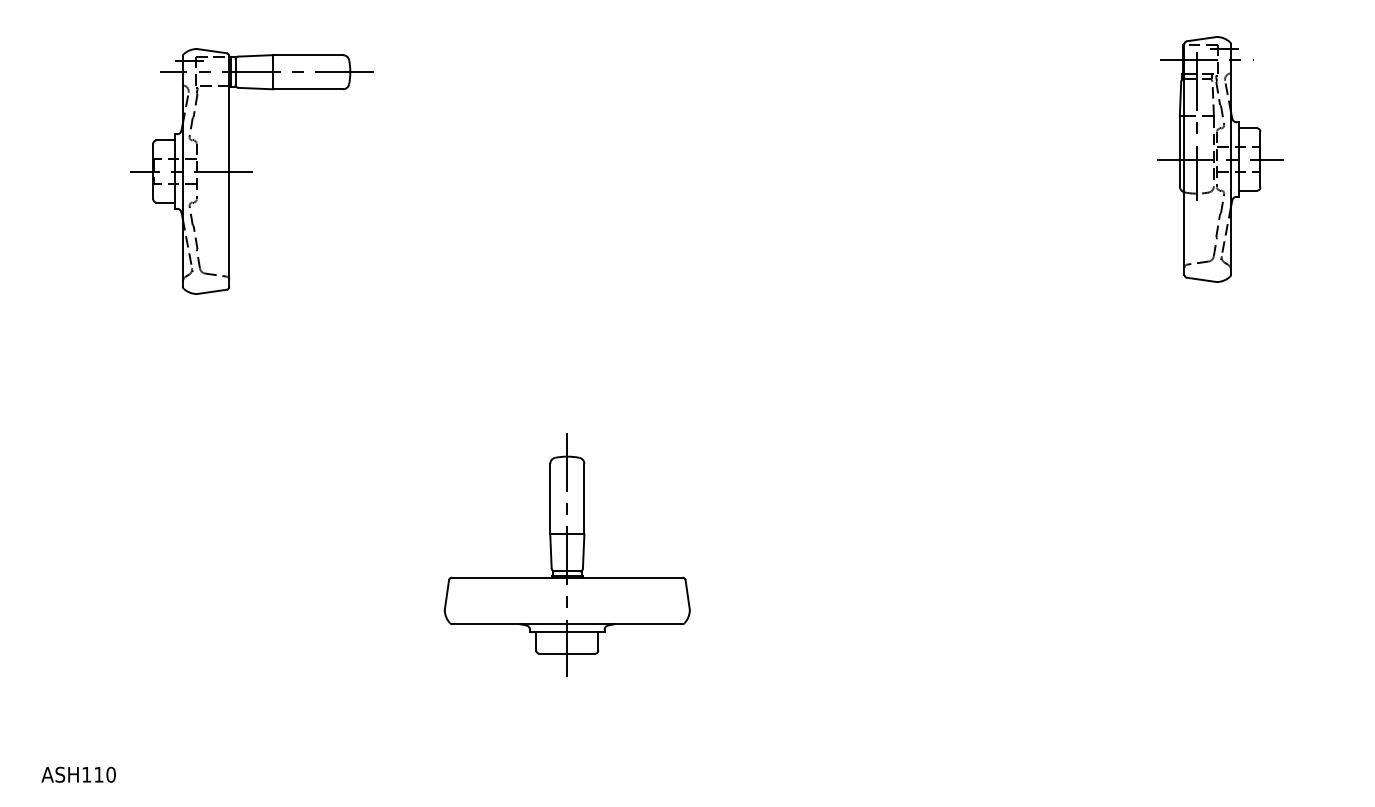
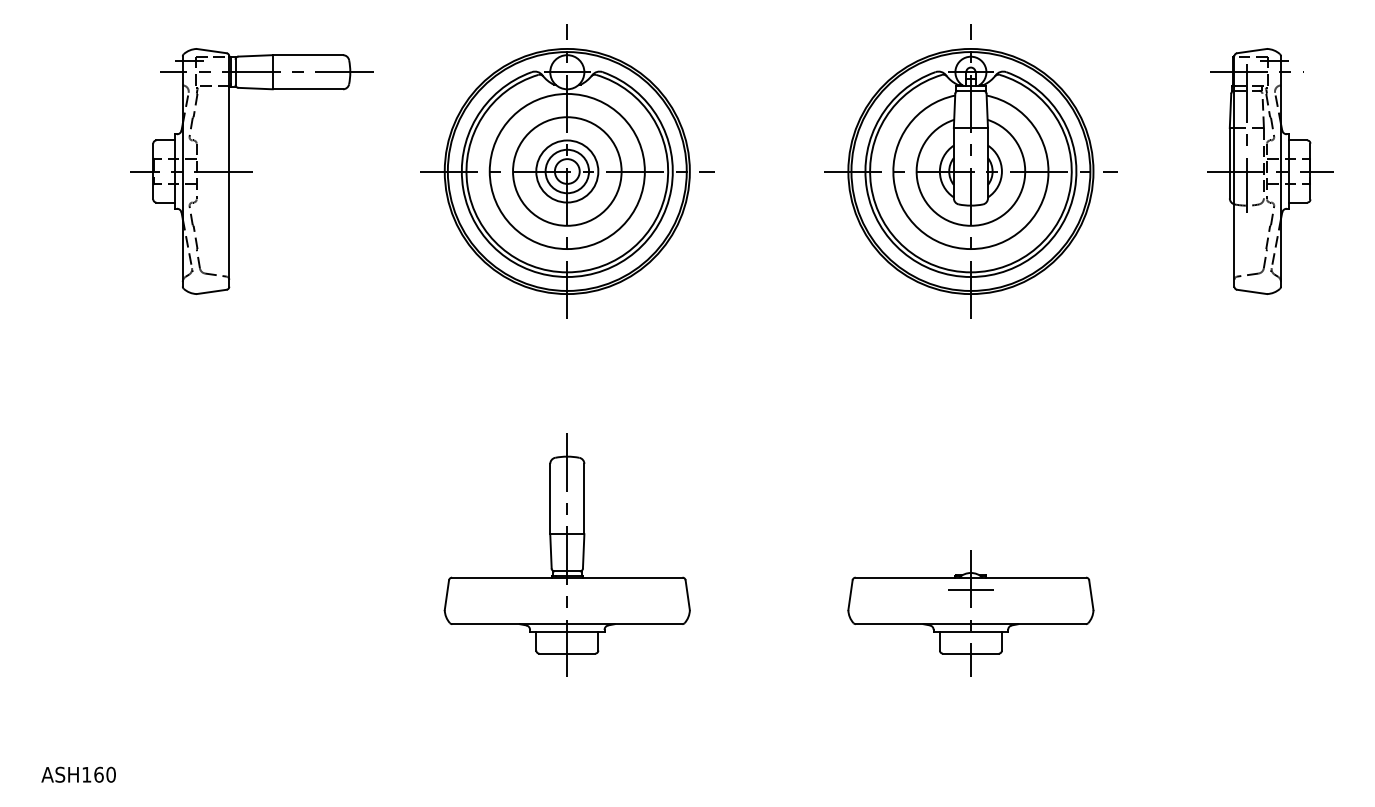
part at (1220, 159) position: (1220, 159) -> (1270, 171)
part at (567, 171): none -> present
part at (970, 171): none -> present
part at (970, 613): none -> present
text at (98, 774): ASH110 -> ASH160
